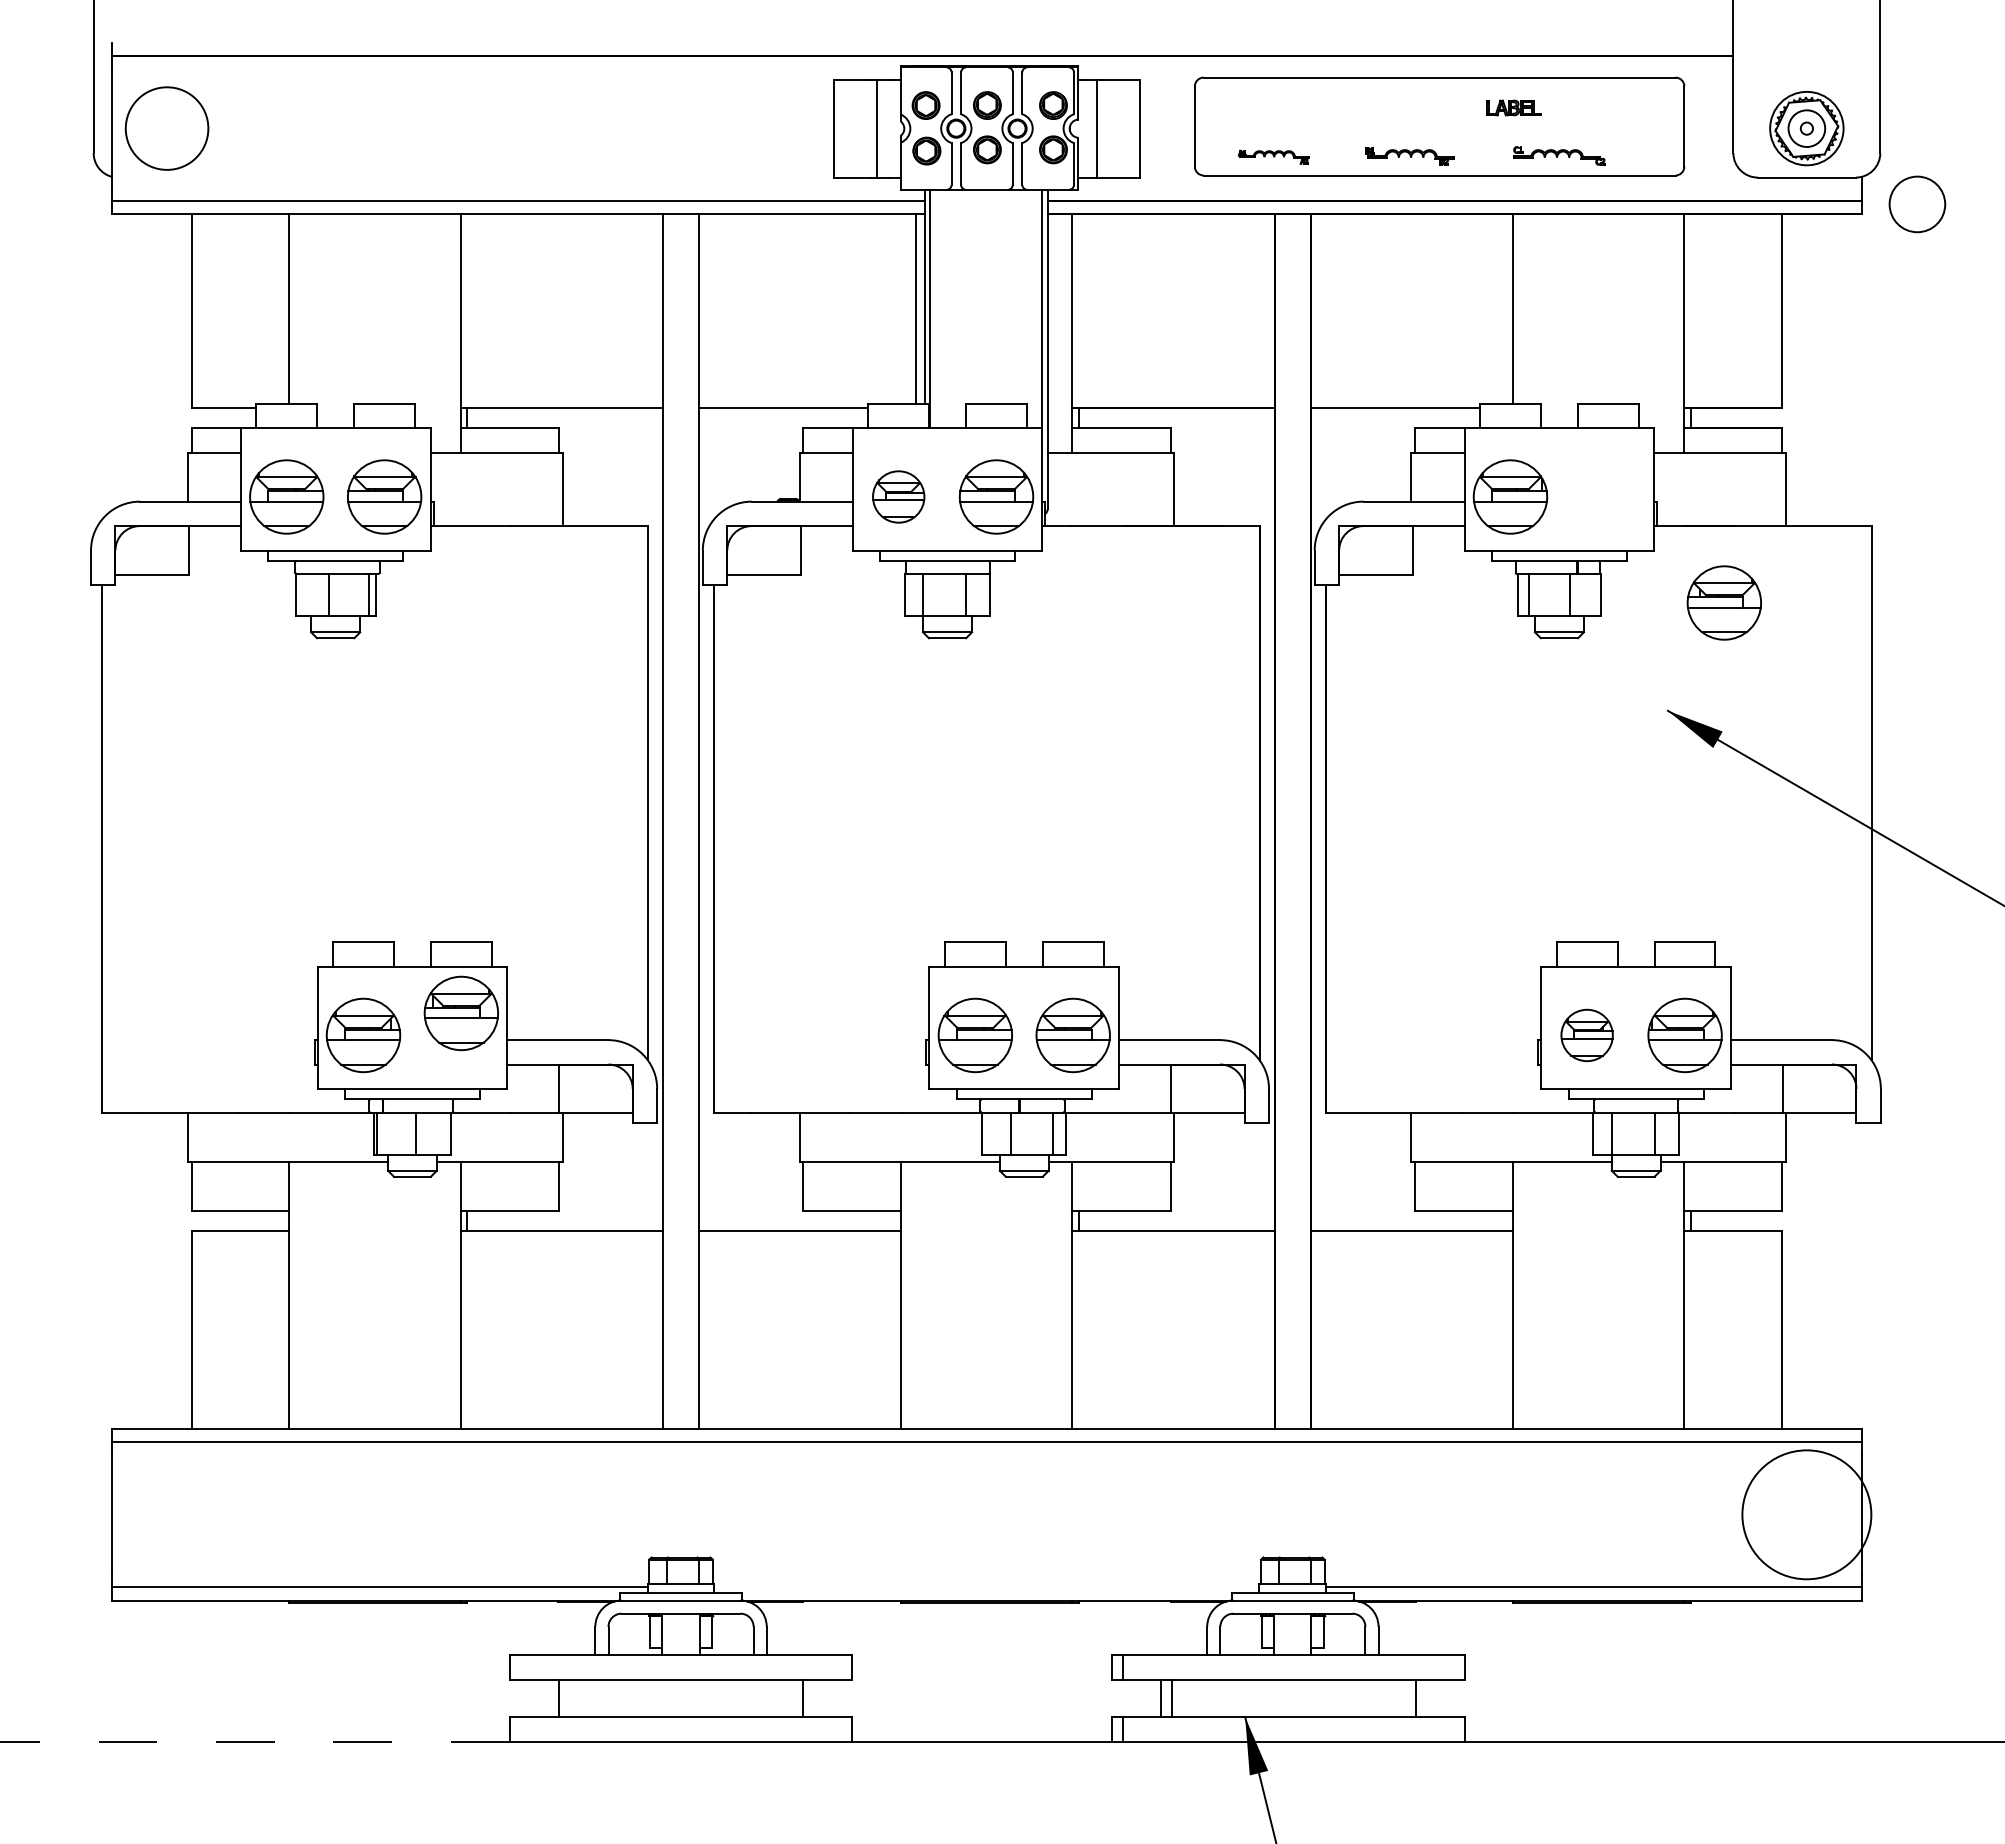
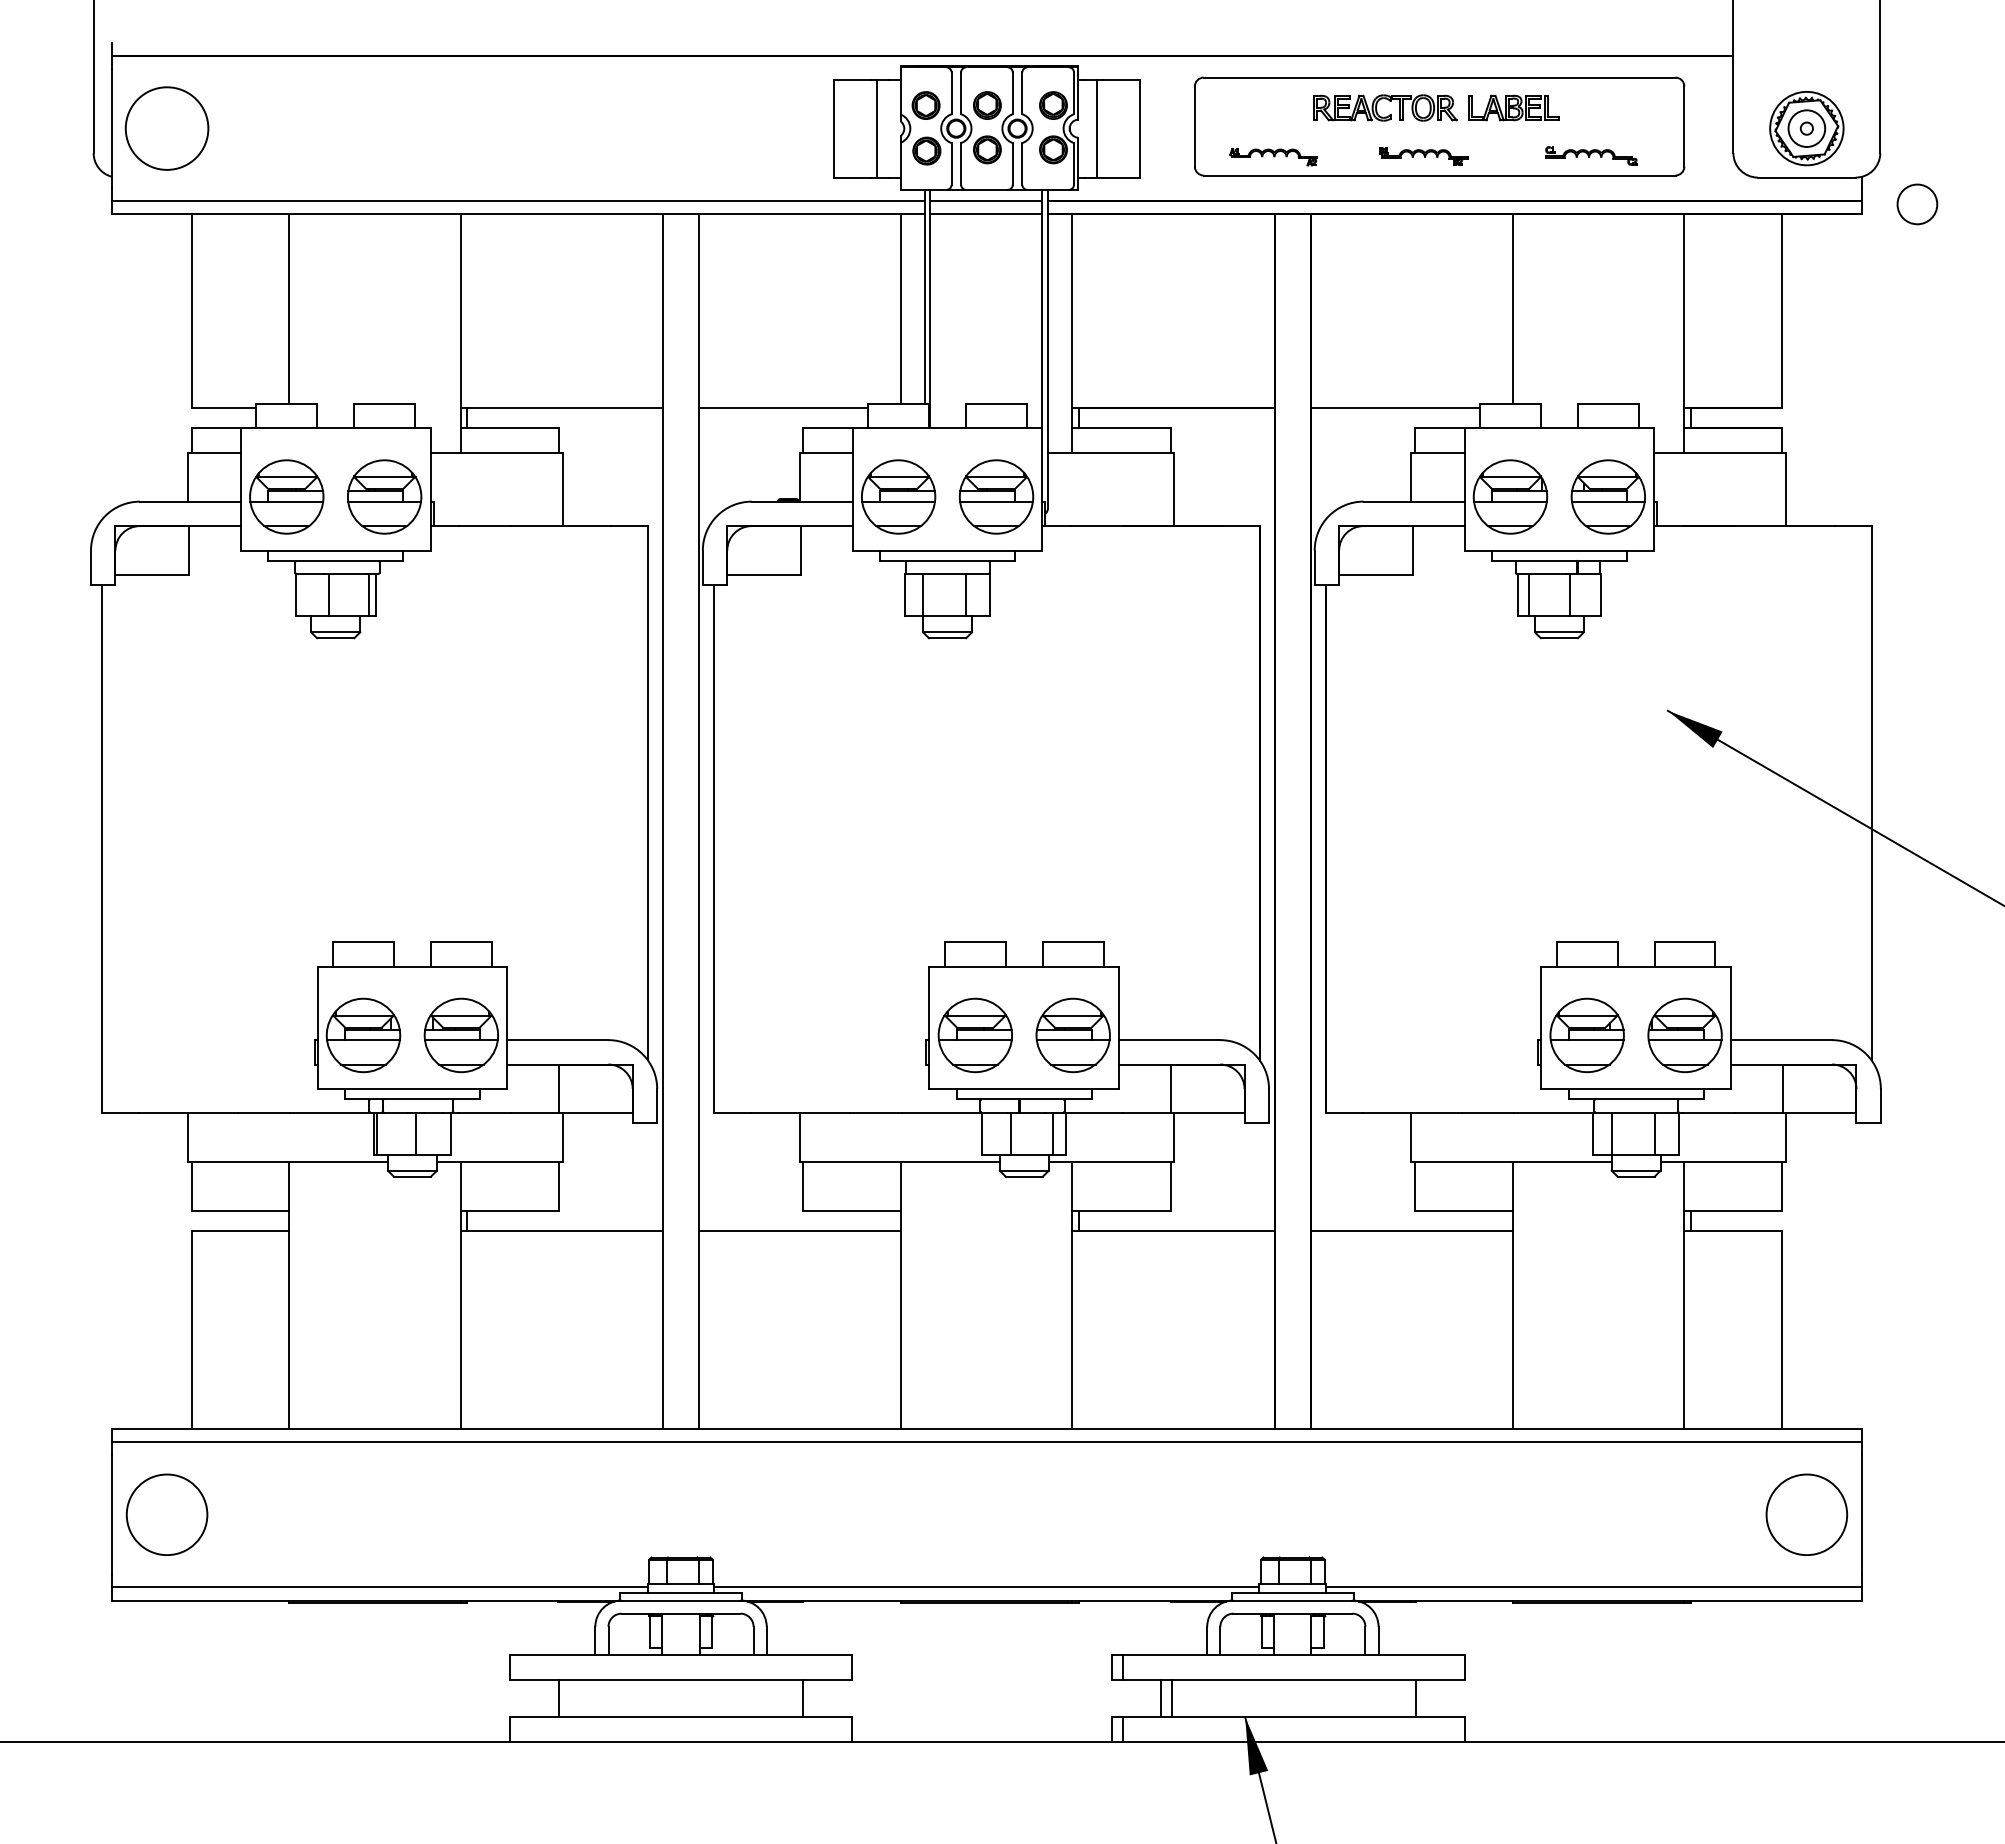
part at (1389, 101): none -> present
part at (1513, 107) size: 56x18 px -> 92x28 px
part at (1559, 155) position: (1559, 155) -> (1591, 155)
part at (1273, 156) size: 73x16 px -> 89x19 px
part at (1409, 156) position: (1409, 156) -> (1423, 156)
line at (985, 201): none -> present
circle at (1917, 204) diameter: 56 px -> 40 px
line at (985, 214): none -> present
line at (916, 308) position: (916, 308) -> (901, 308)
part at (898, 496) size: 54x54 px -> 76x76 px
part at (1723, 602) position: (1723, 602) -> (1607, 496)
part at (460, 1013) position: (460, 1013) -> (460, 1035)
part at (1586, 1035) size: 54x55 px -> 76x77 px
circle at (166, 1514): none -> present
circle at (1806, 1514) diameter: 129 px -> 81 px
line at (986, 1587): none -> present
line at (254, 1741): dashed -> solid
